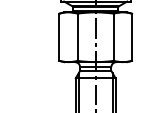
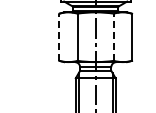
line at (59, 37): solid -> dashed
line at (113, 37): solid -> dashed
